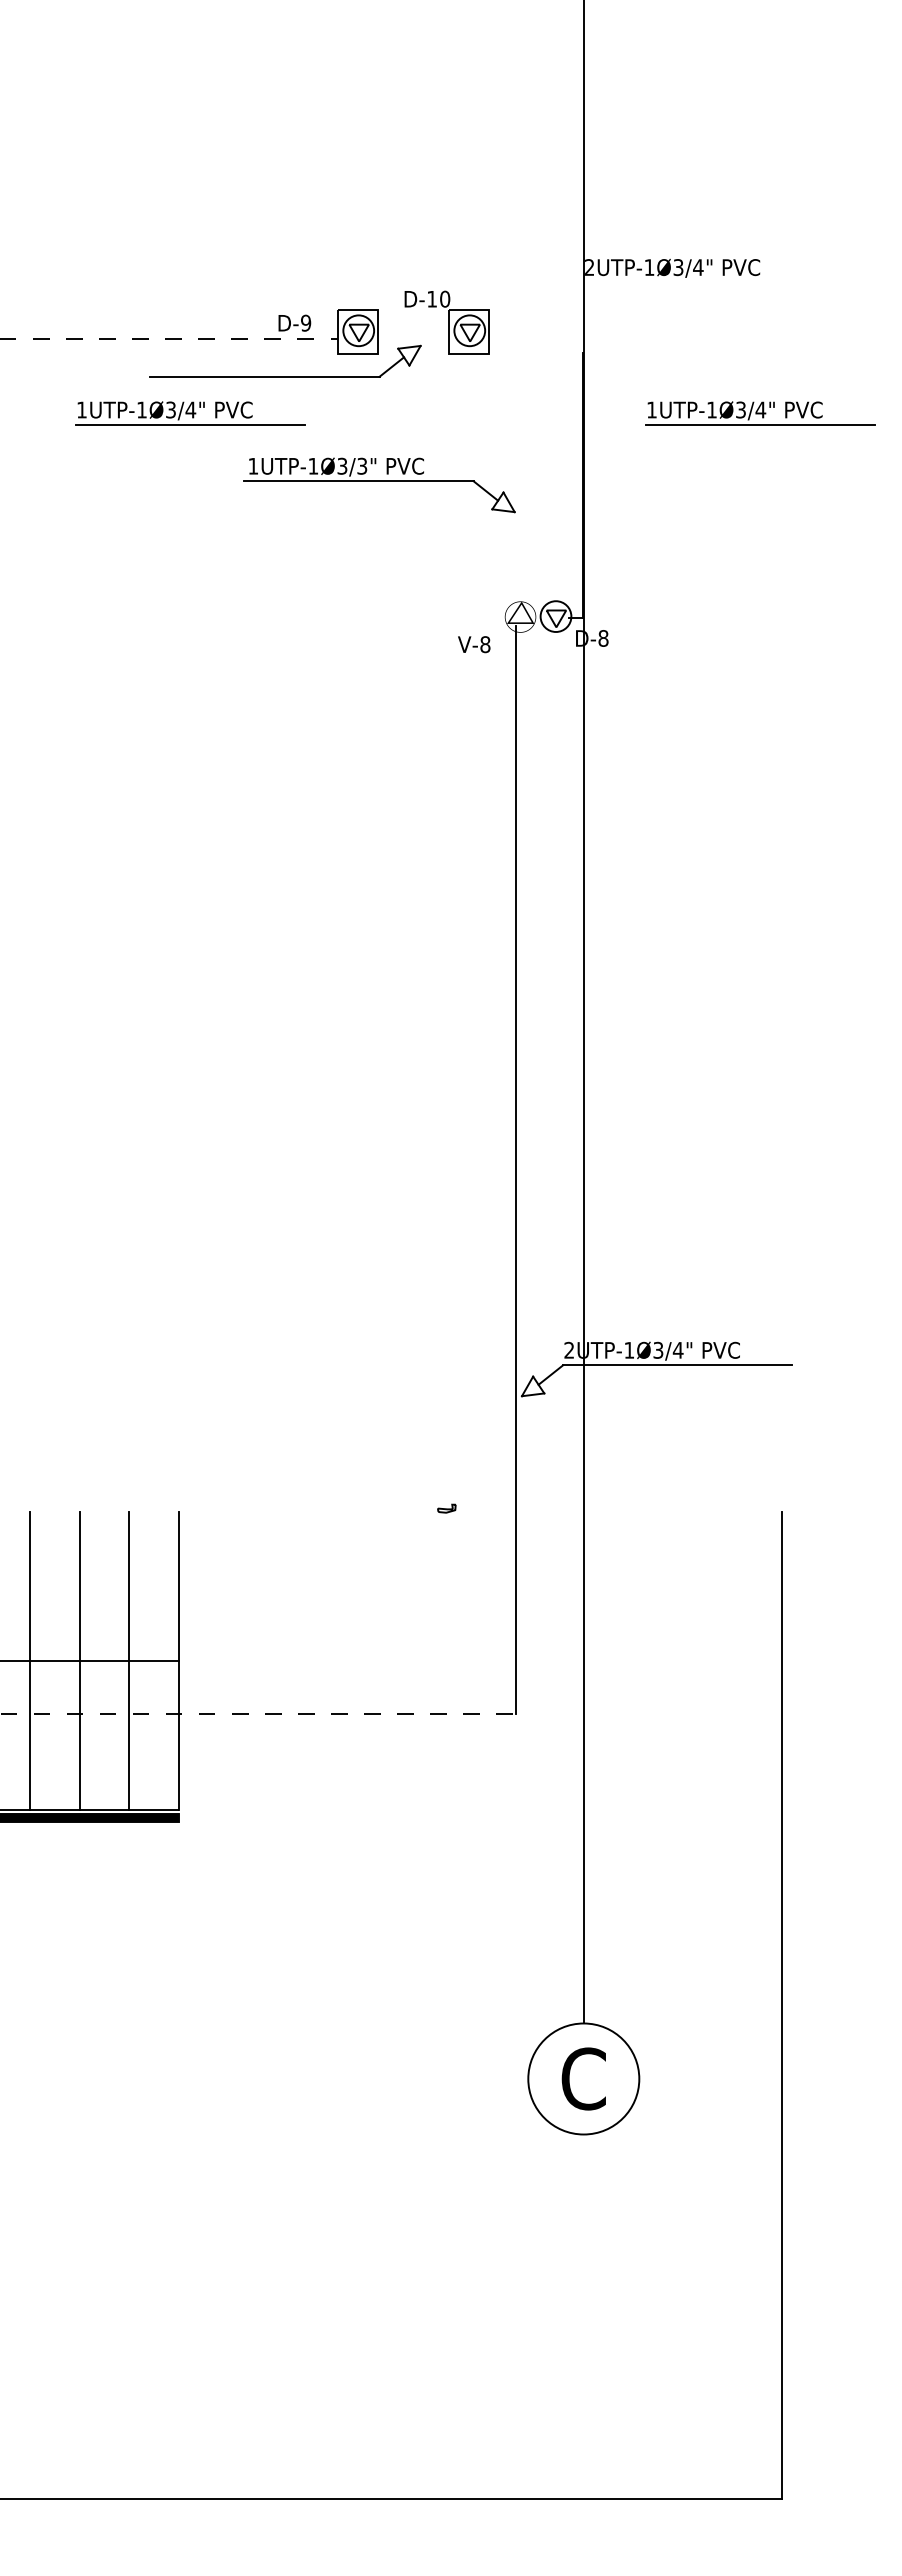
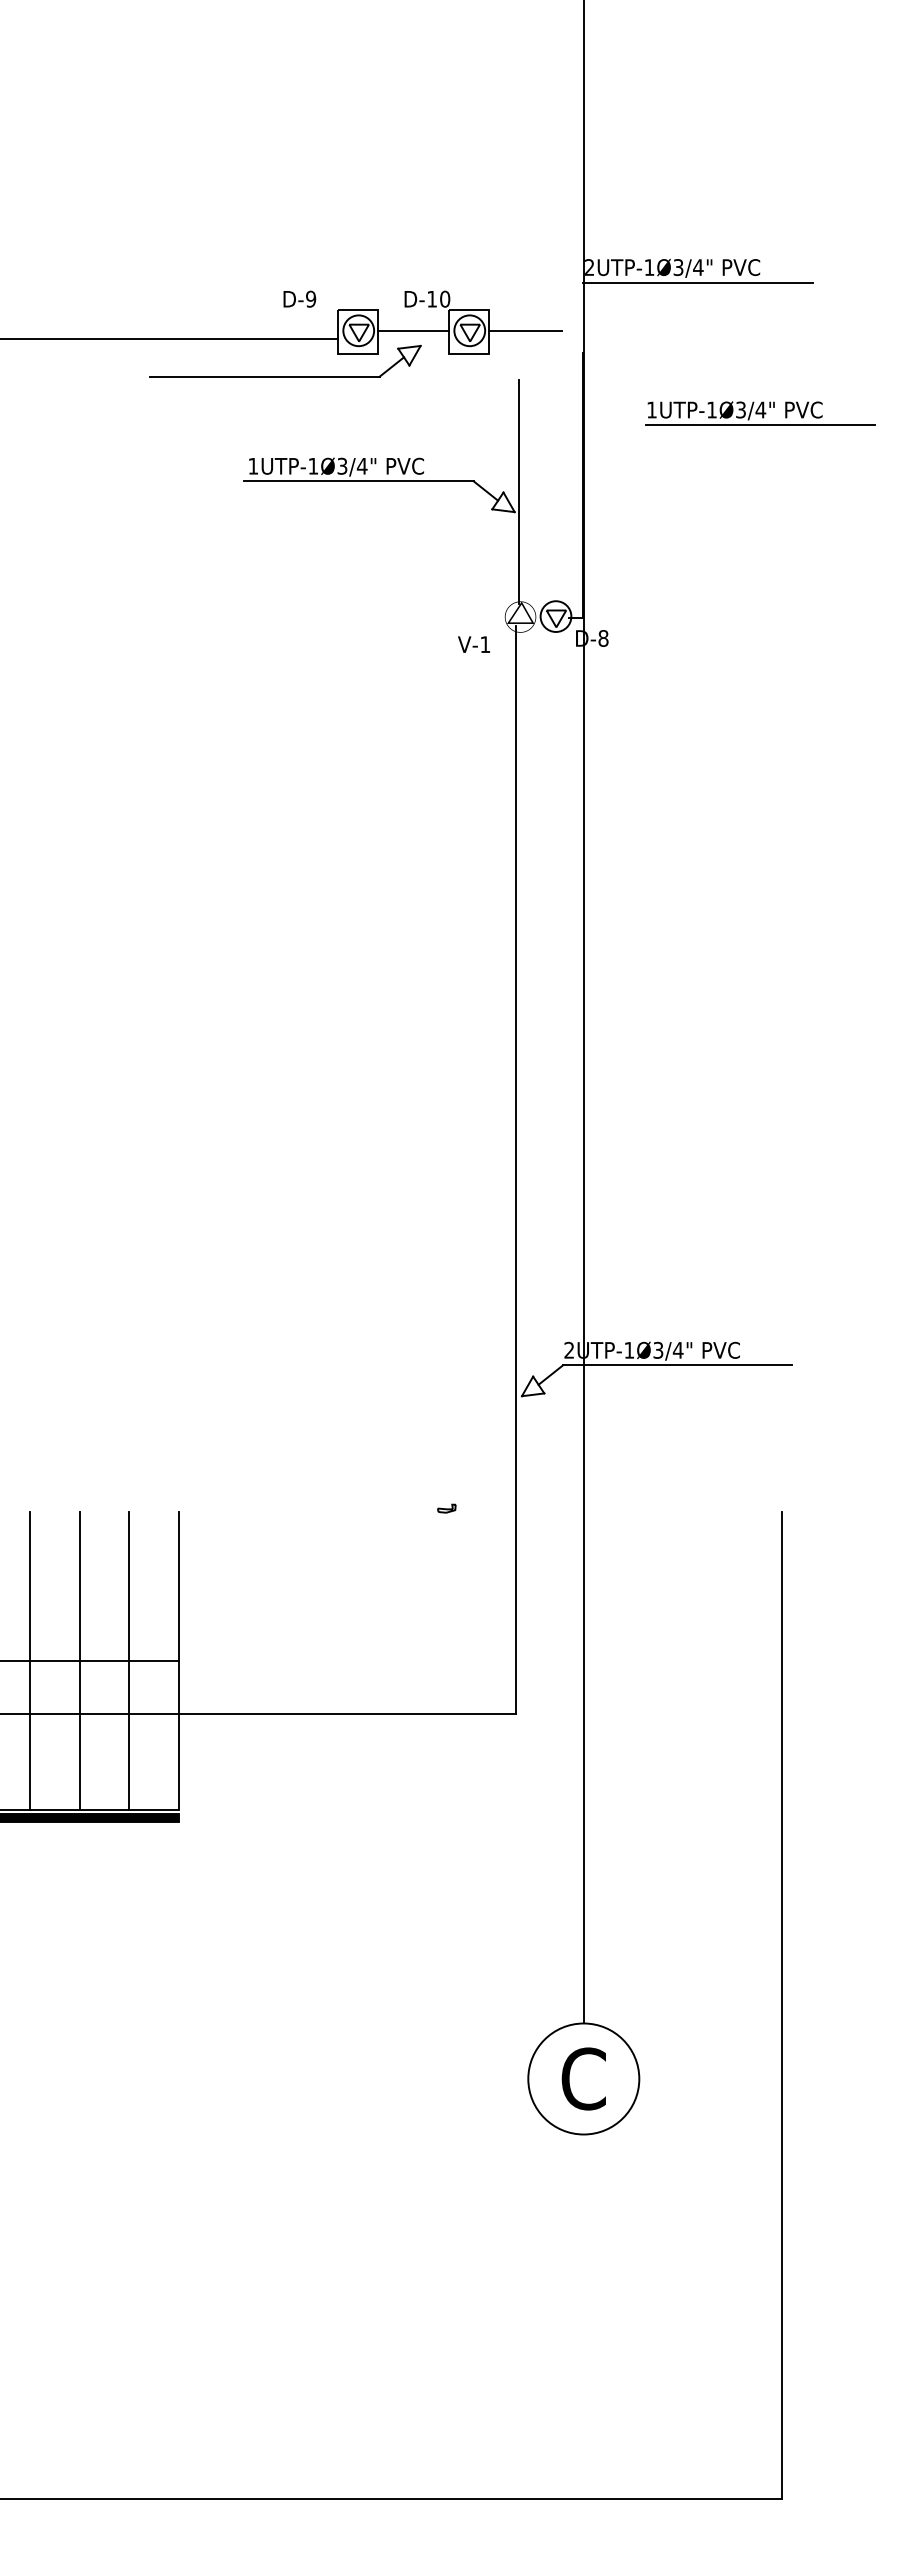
line at (697, 282): none -> present
text at (294, 322) position: (294, 322) -> (299, 298)
line at (413, 331): none -> present
line at (525, 331): none -> present
line at (169, 338): dashed -> solid
part at (190, 413): present -> none
text at (361, 465): 1UTP-1Ø3/3" -> 1UTP-1Ø3/4"
line at (518, 492): none -> present
text at (485, 644): V-8 -> V-1
line at (258, 1714): dashed -> solid
